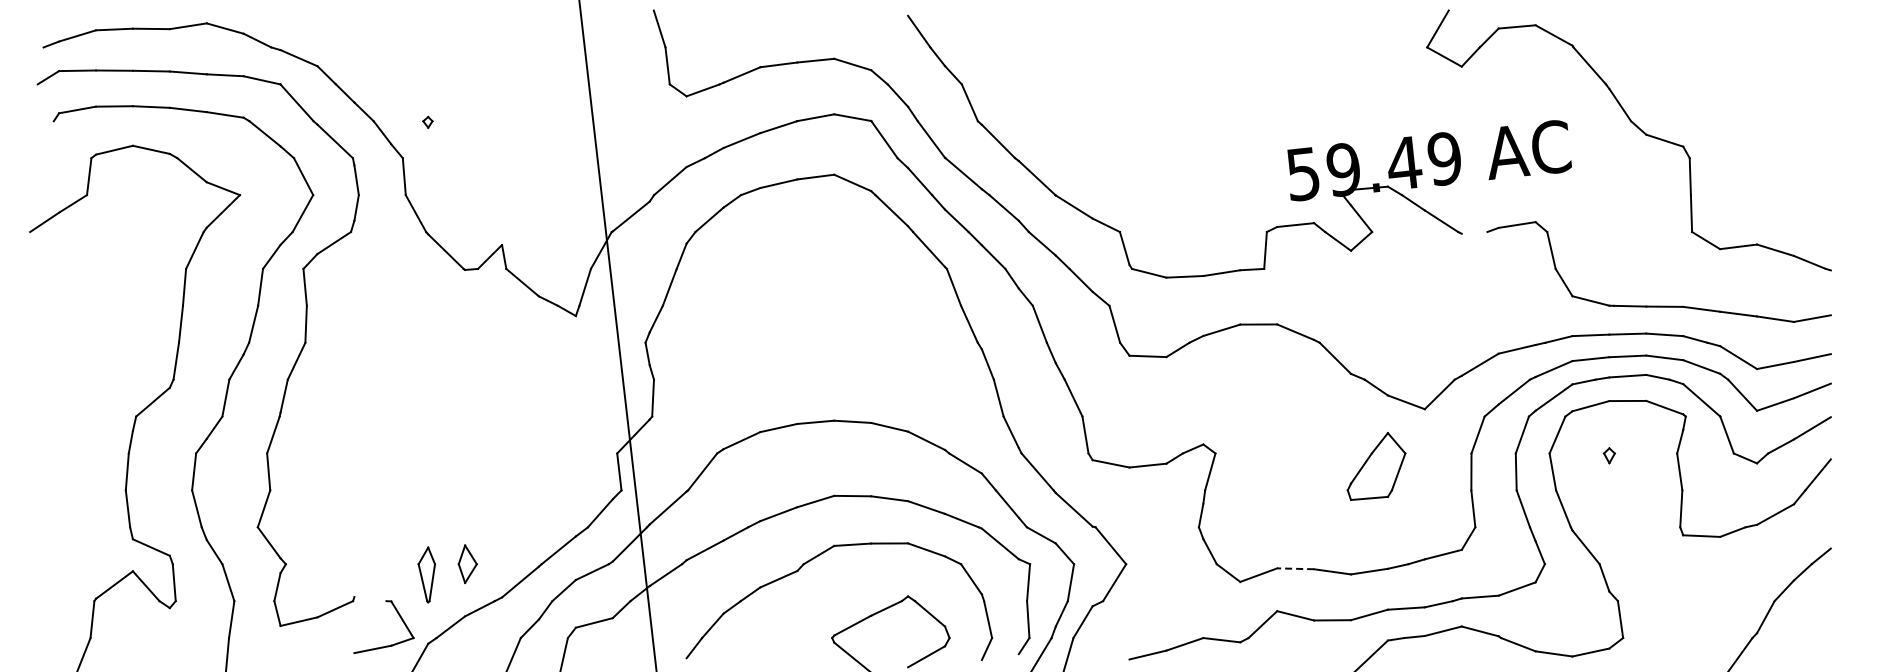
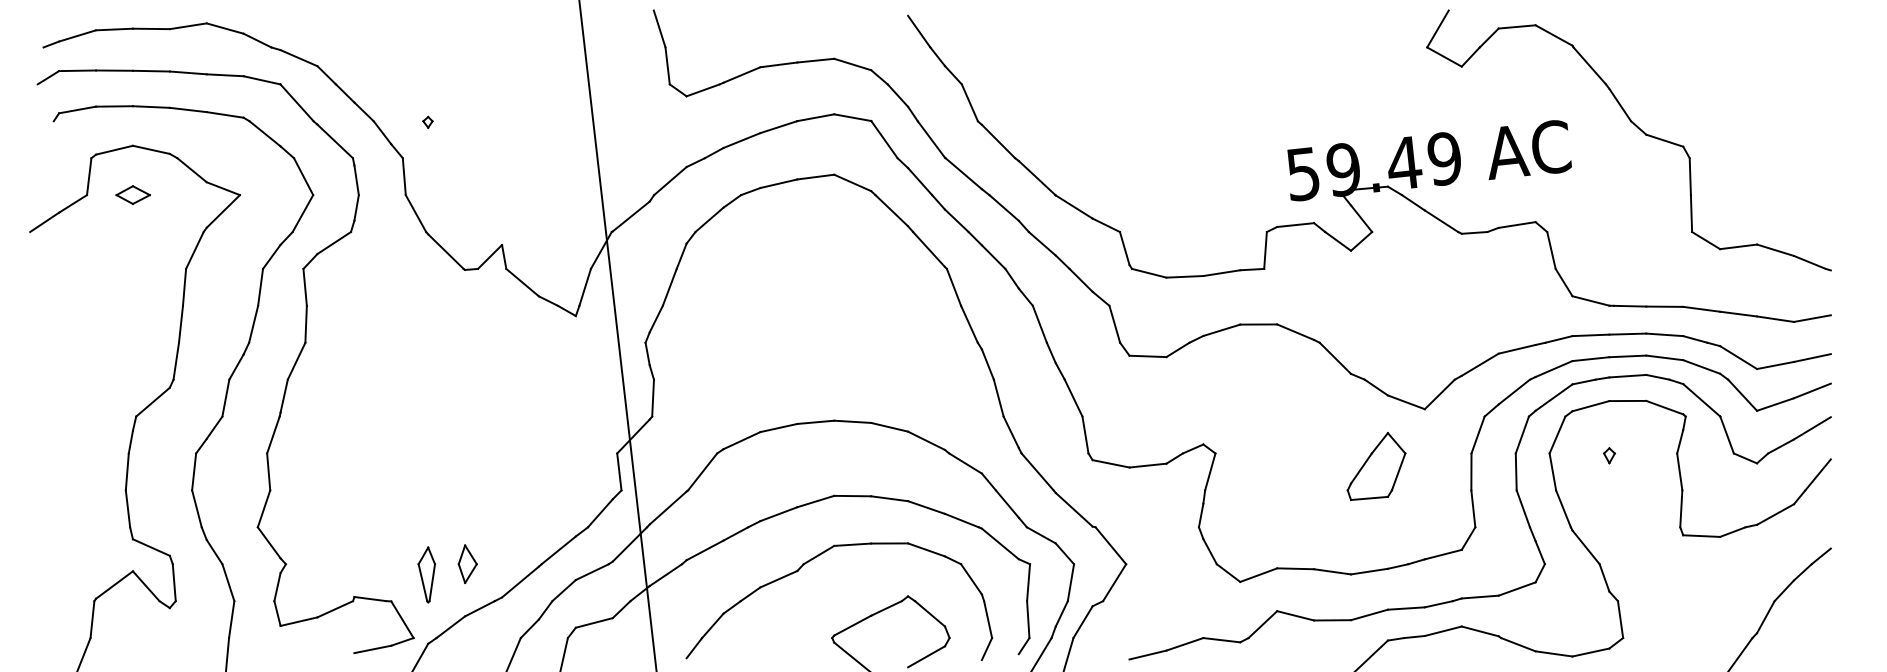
part at (132, 194): none -> present
line at (1474, 232): none -> present
line at (1295, 568): dashed -> solid
line at (370, 599): none -> present
